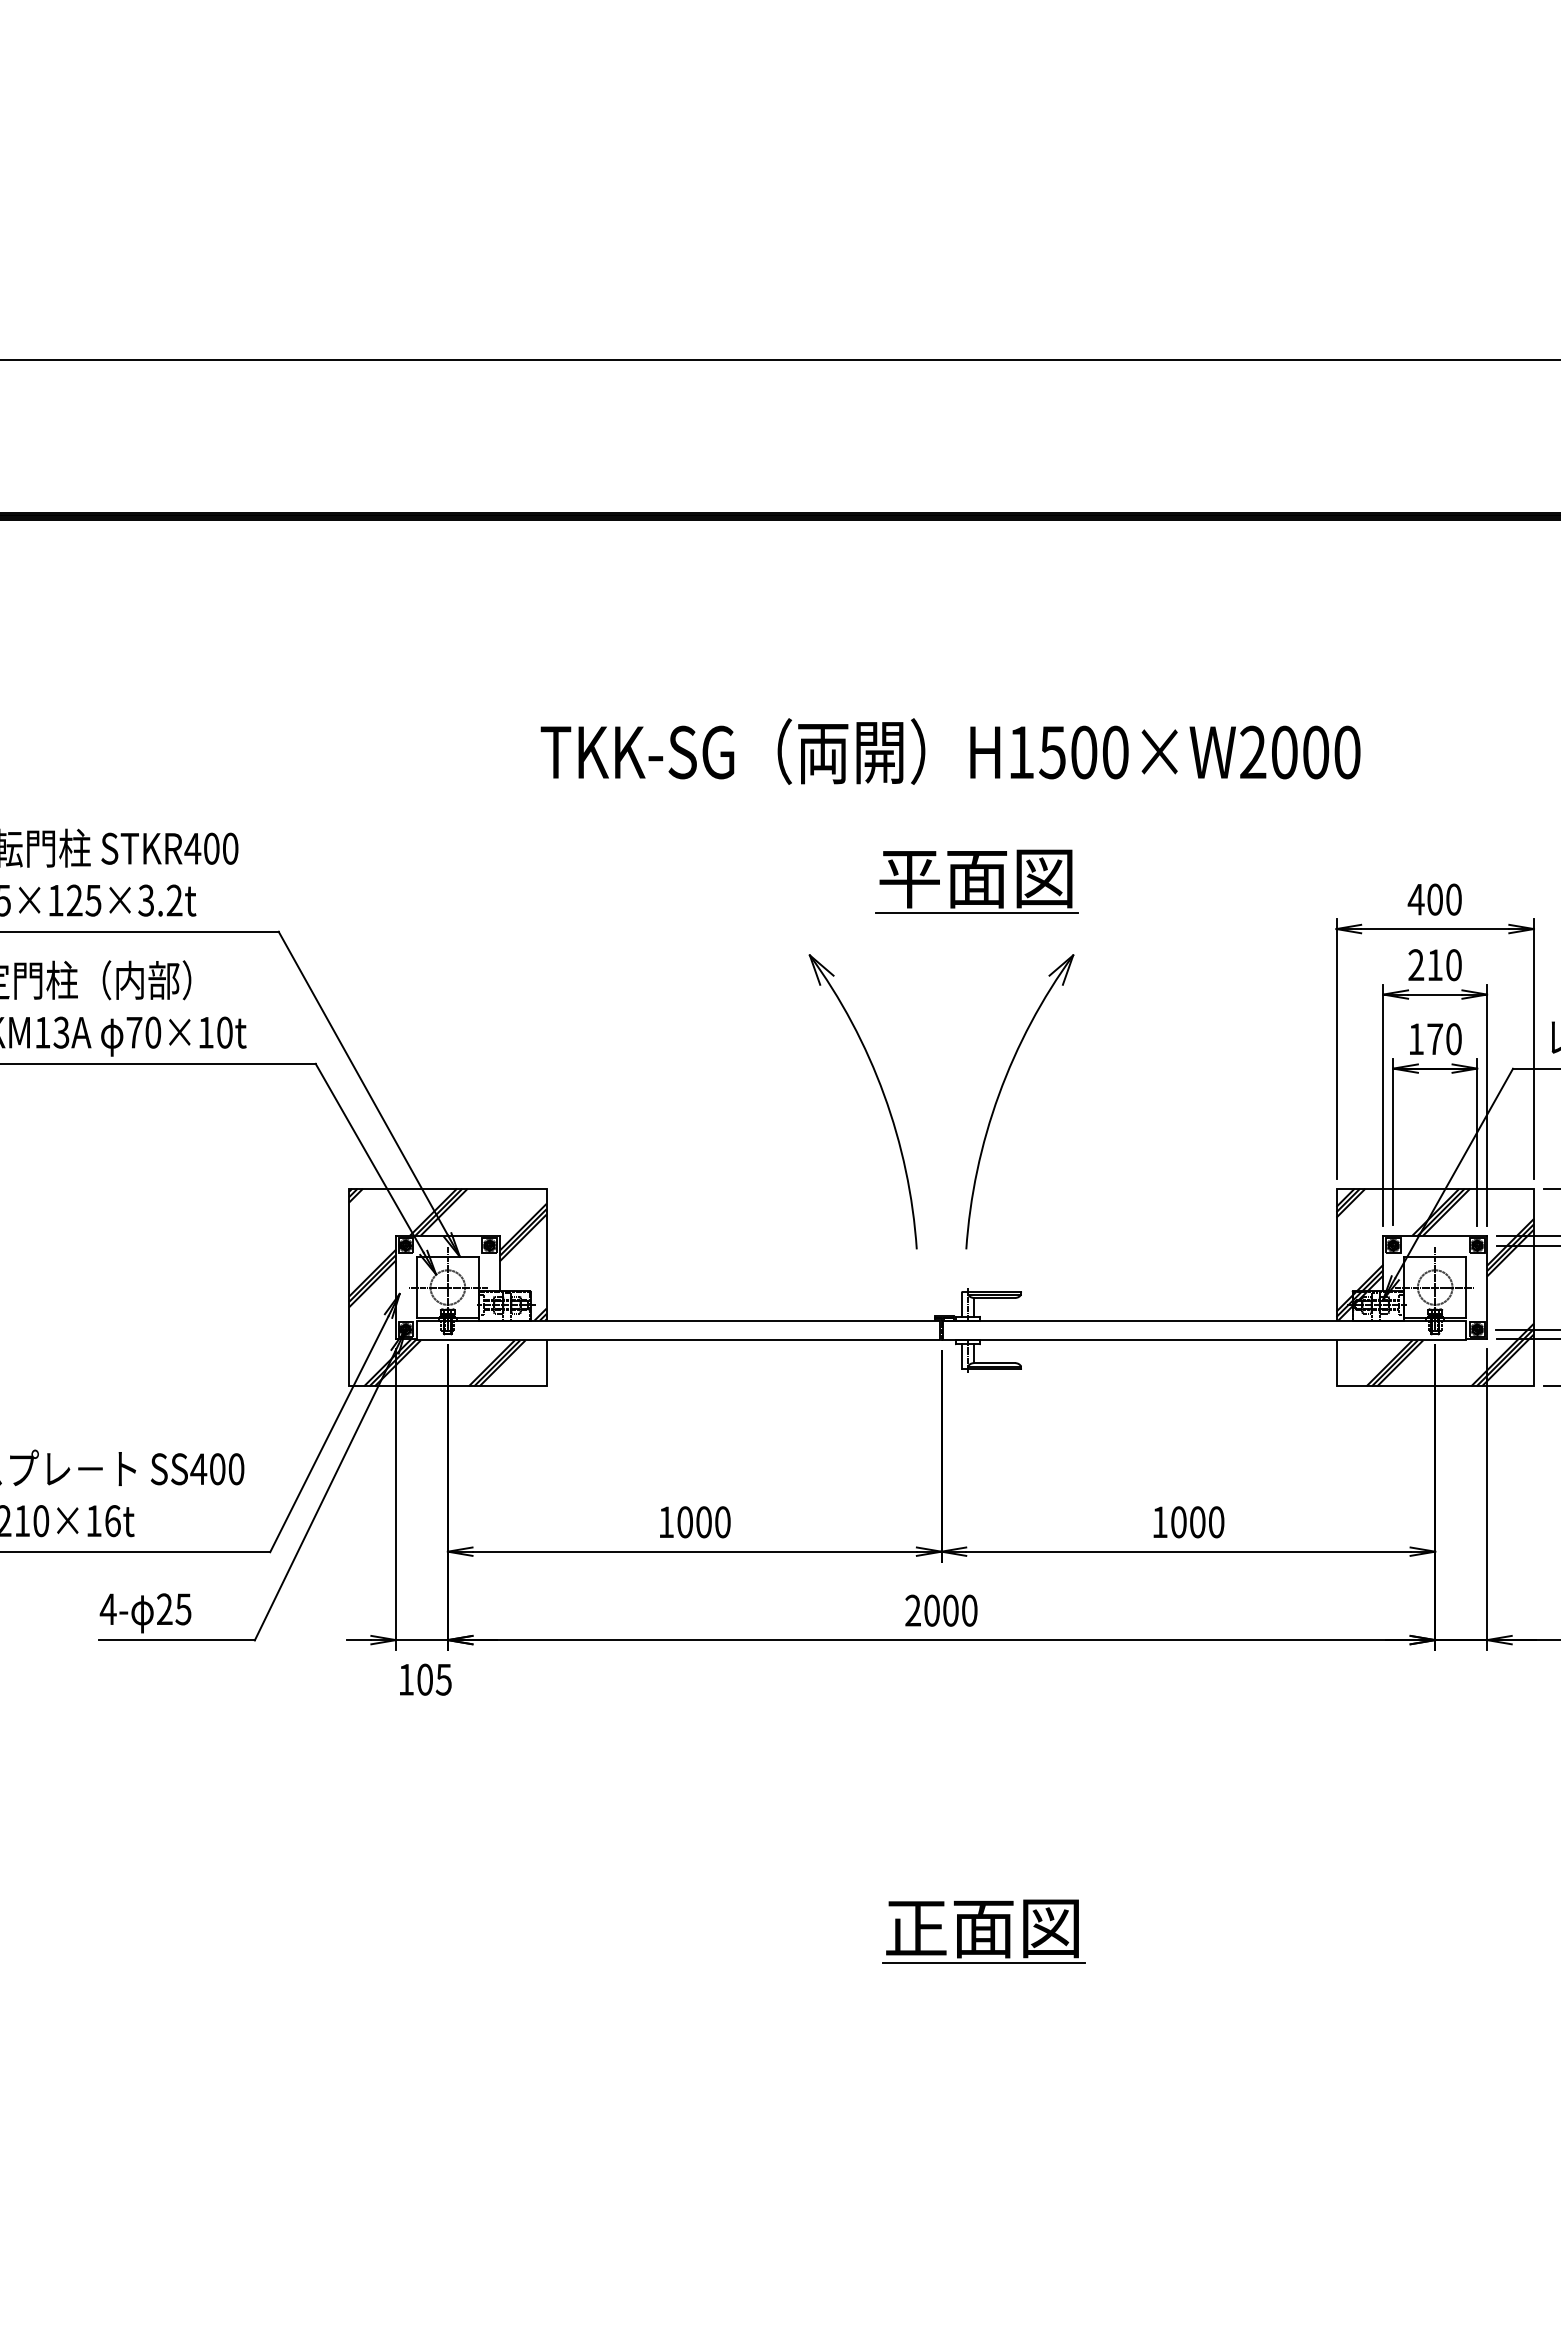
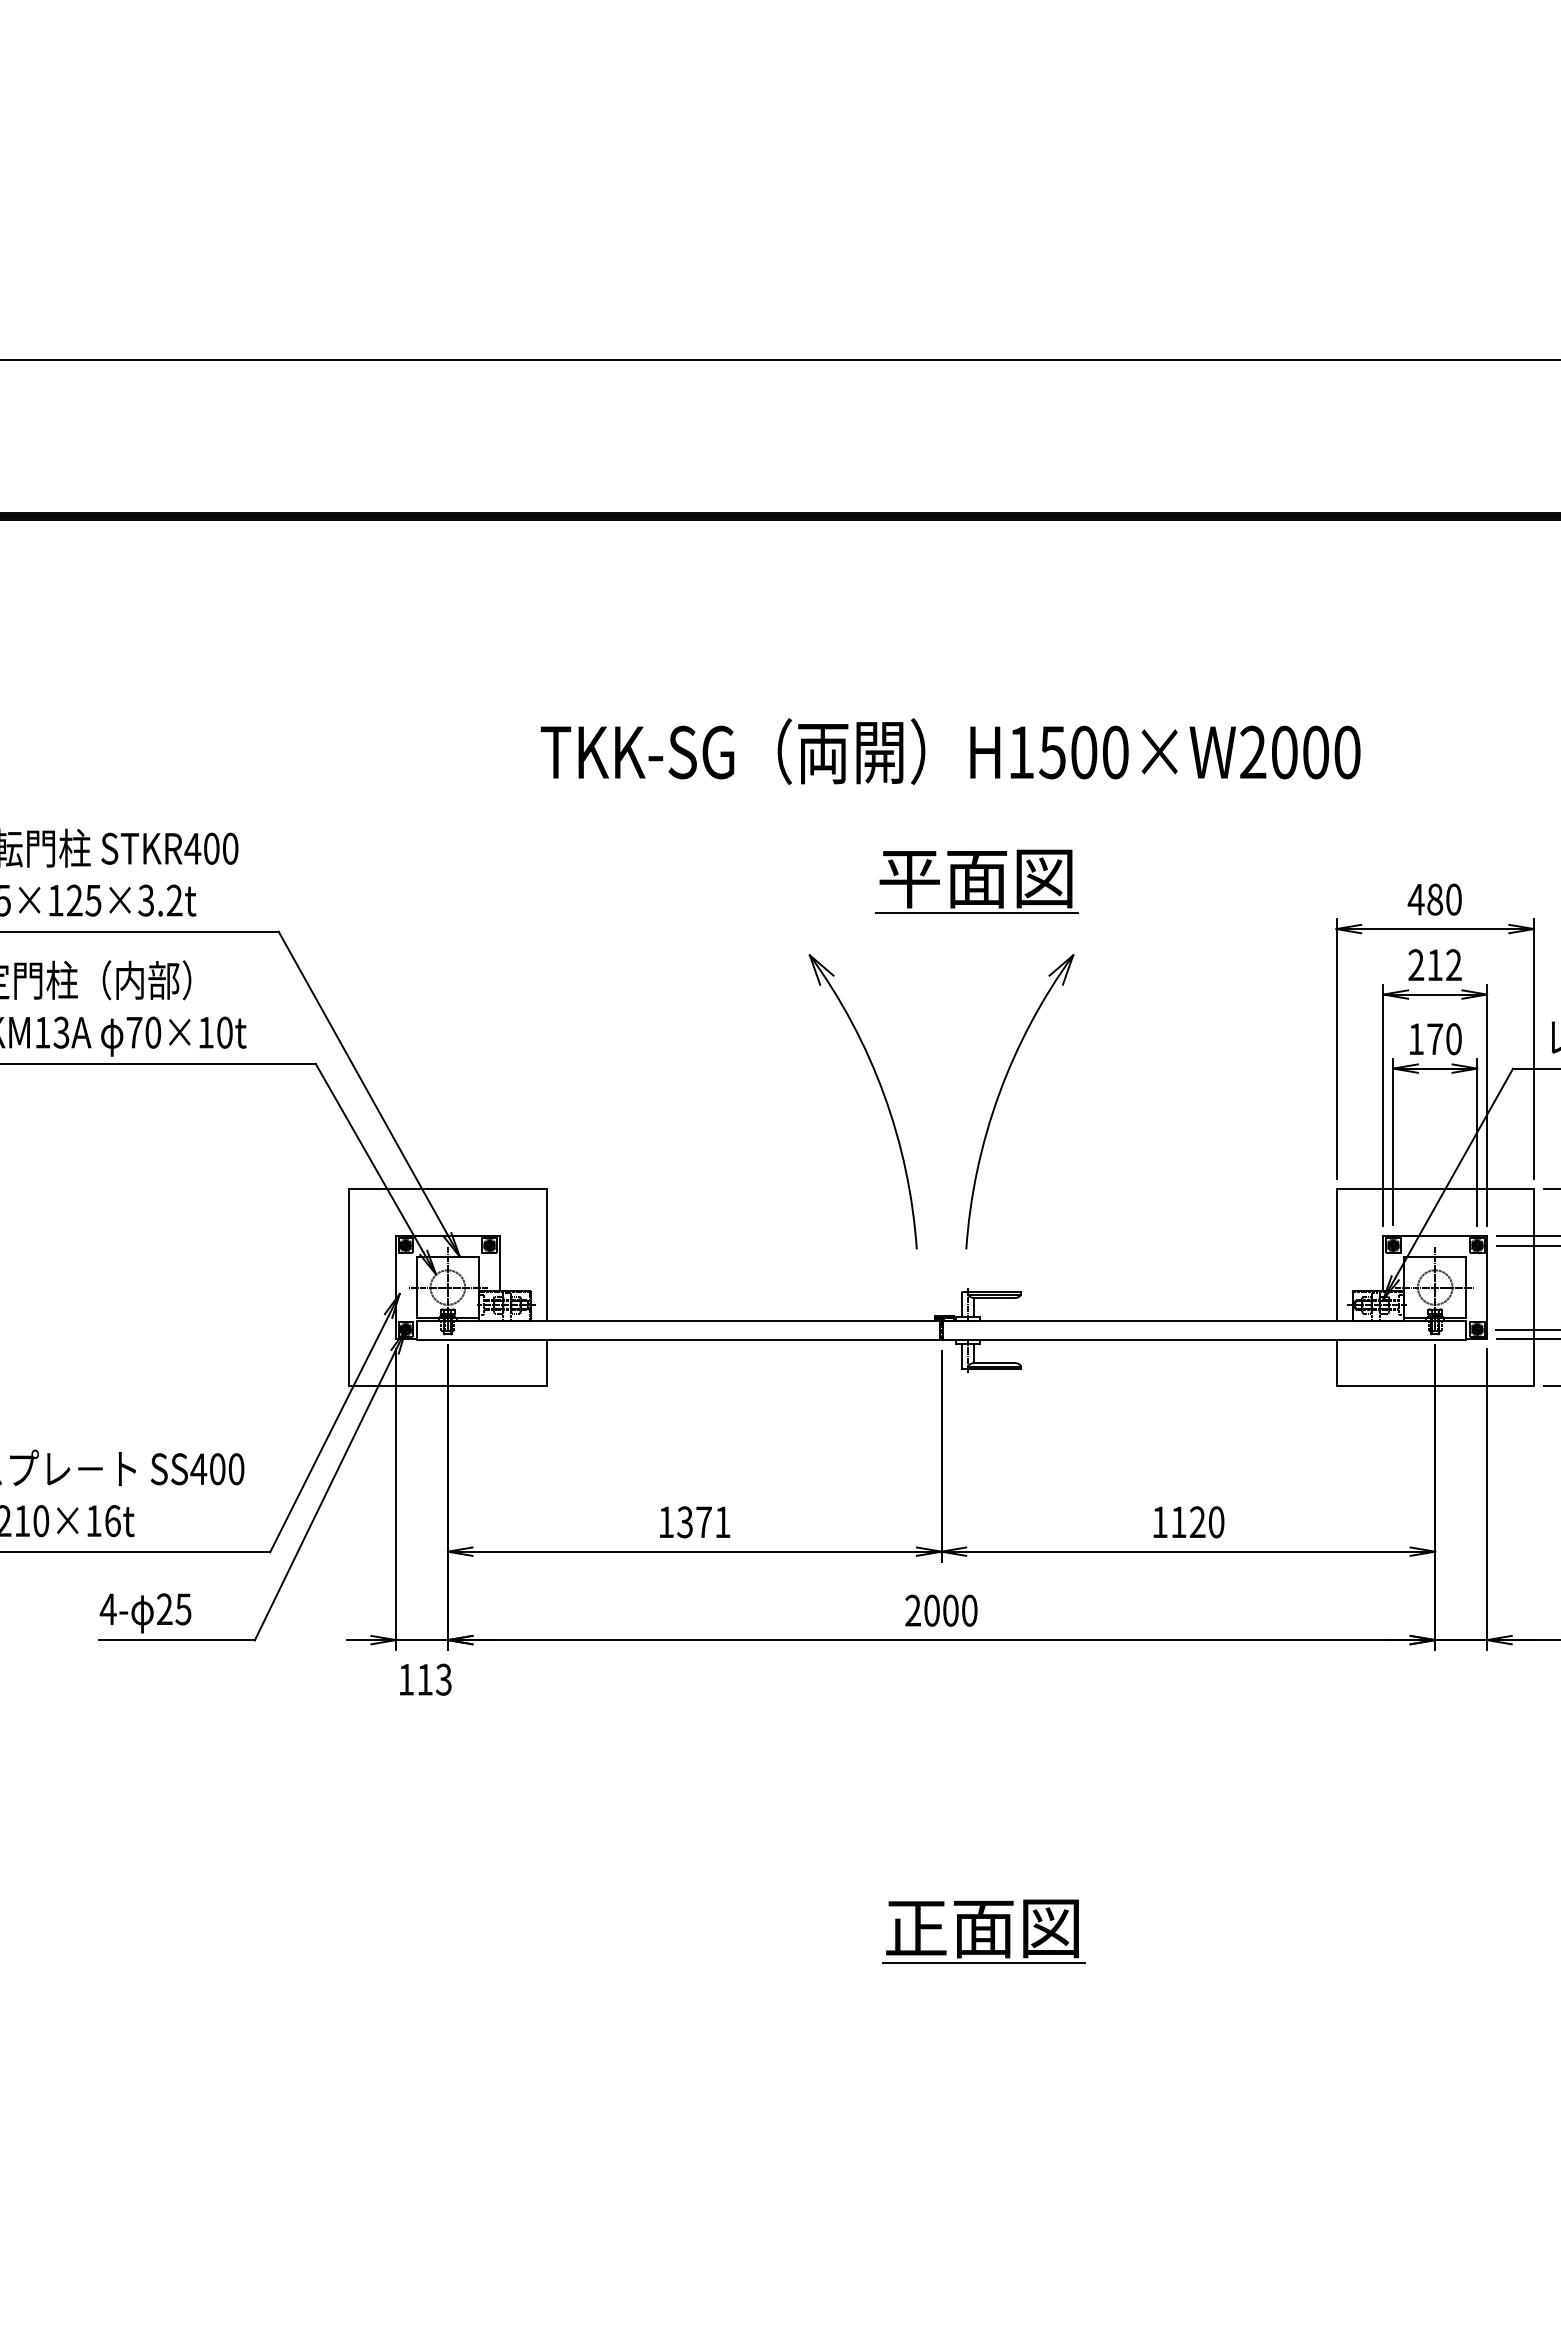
text at (1435, 899): 400 -> 480
text at (1453, 965): 210 -> 212
hatch at (447, 1287): present -> none
hatch at (1434, 1287): present -> none
text at (703, 1522): 1000 -> 1371
text at (1188, 1522): 1000 -> 1120
text at (434, 1679): 105 -> 113
